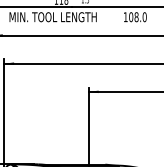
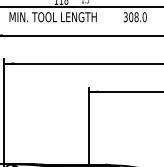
text at (125, 17): 108.0 -> 308.0
